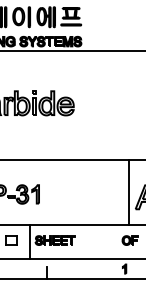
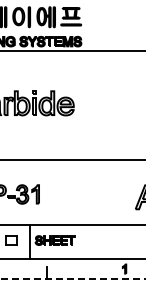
line at (129, 191): present -> none
part at (129, 240): present -> none
line at (73, 278): solid -> dashed
